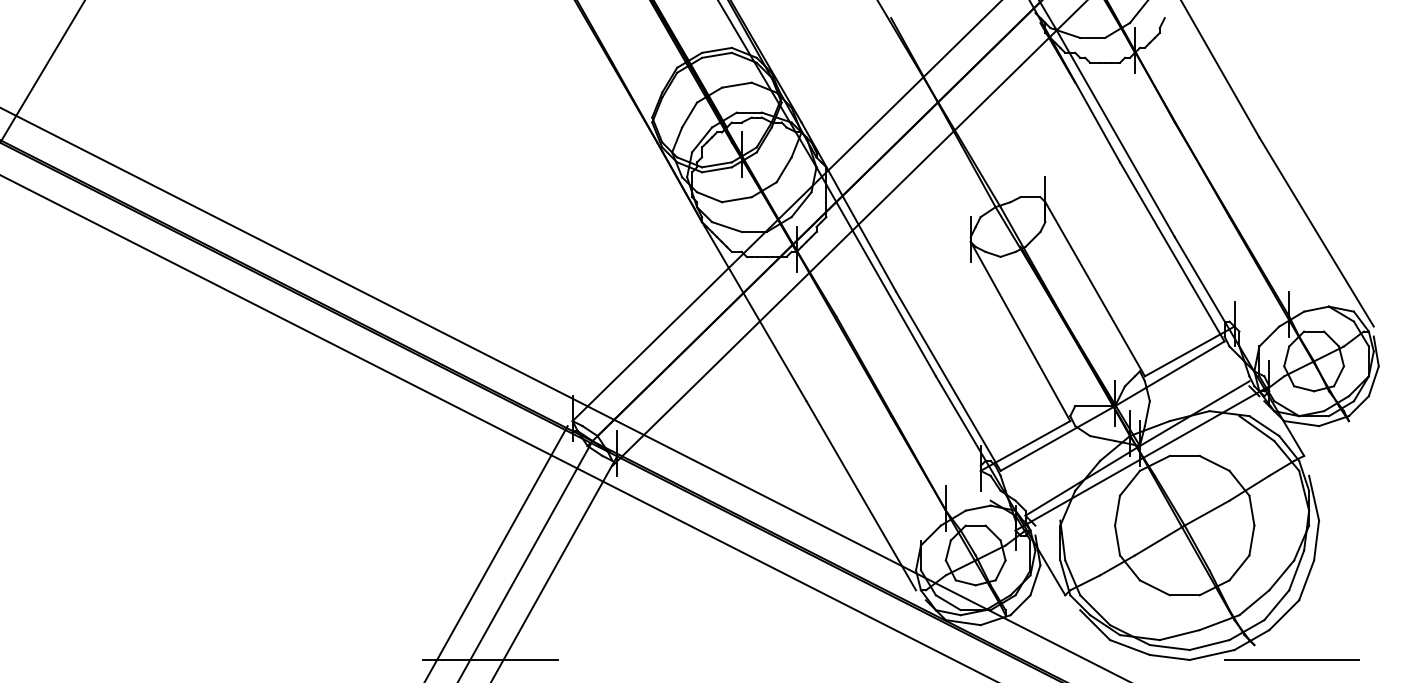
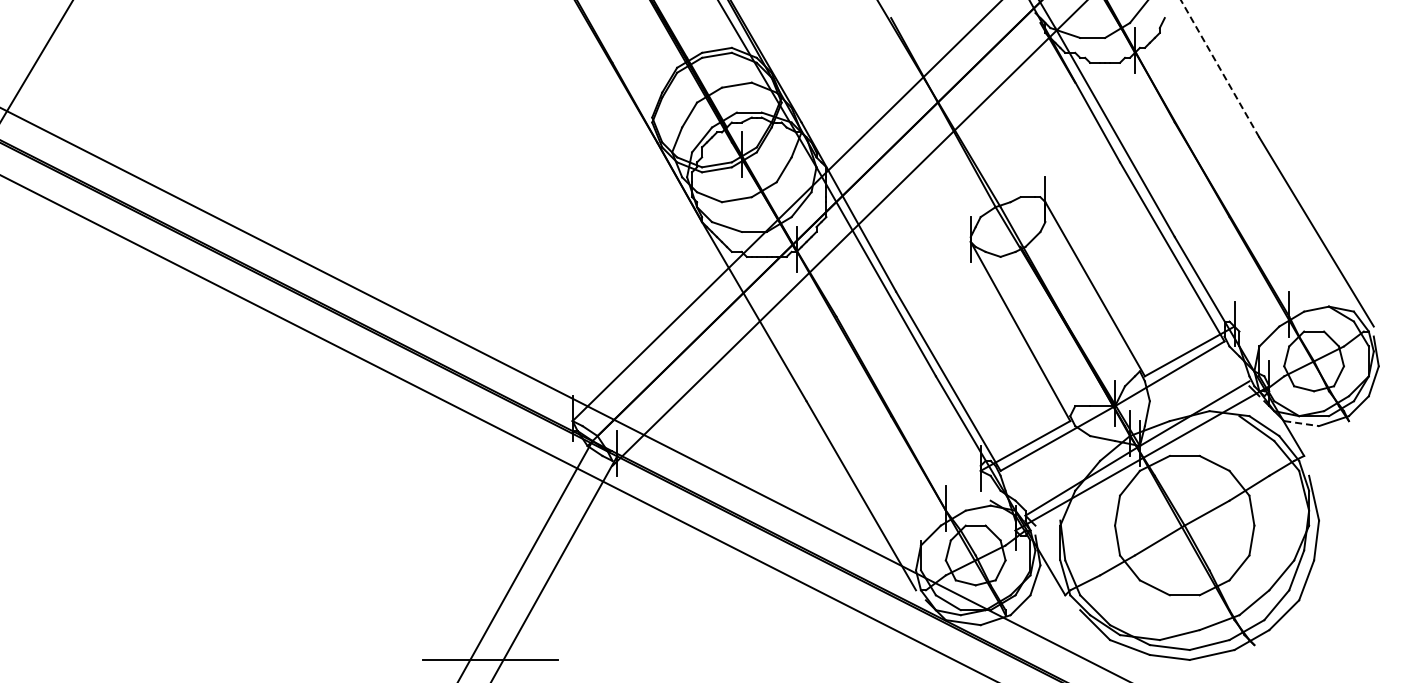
line at (1220, 69): solid -> dashed
line at (42, 70) position: (42, 70) -> (36, 60)
line at (1301, 423): solid -> dashed
line at (496, 552): present -> none
line at (1291, 659): present -> none
